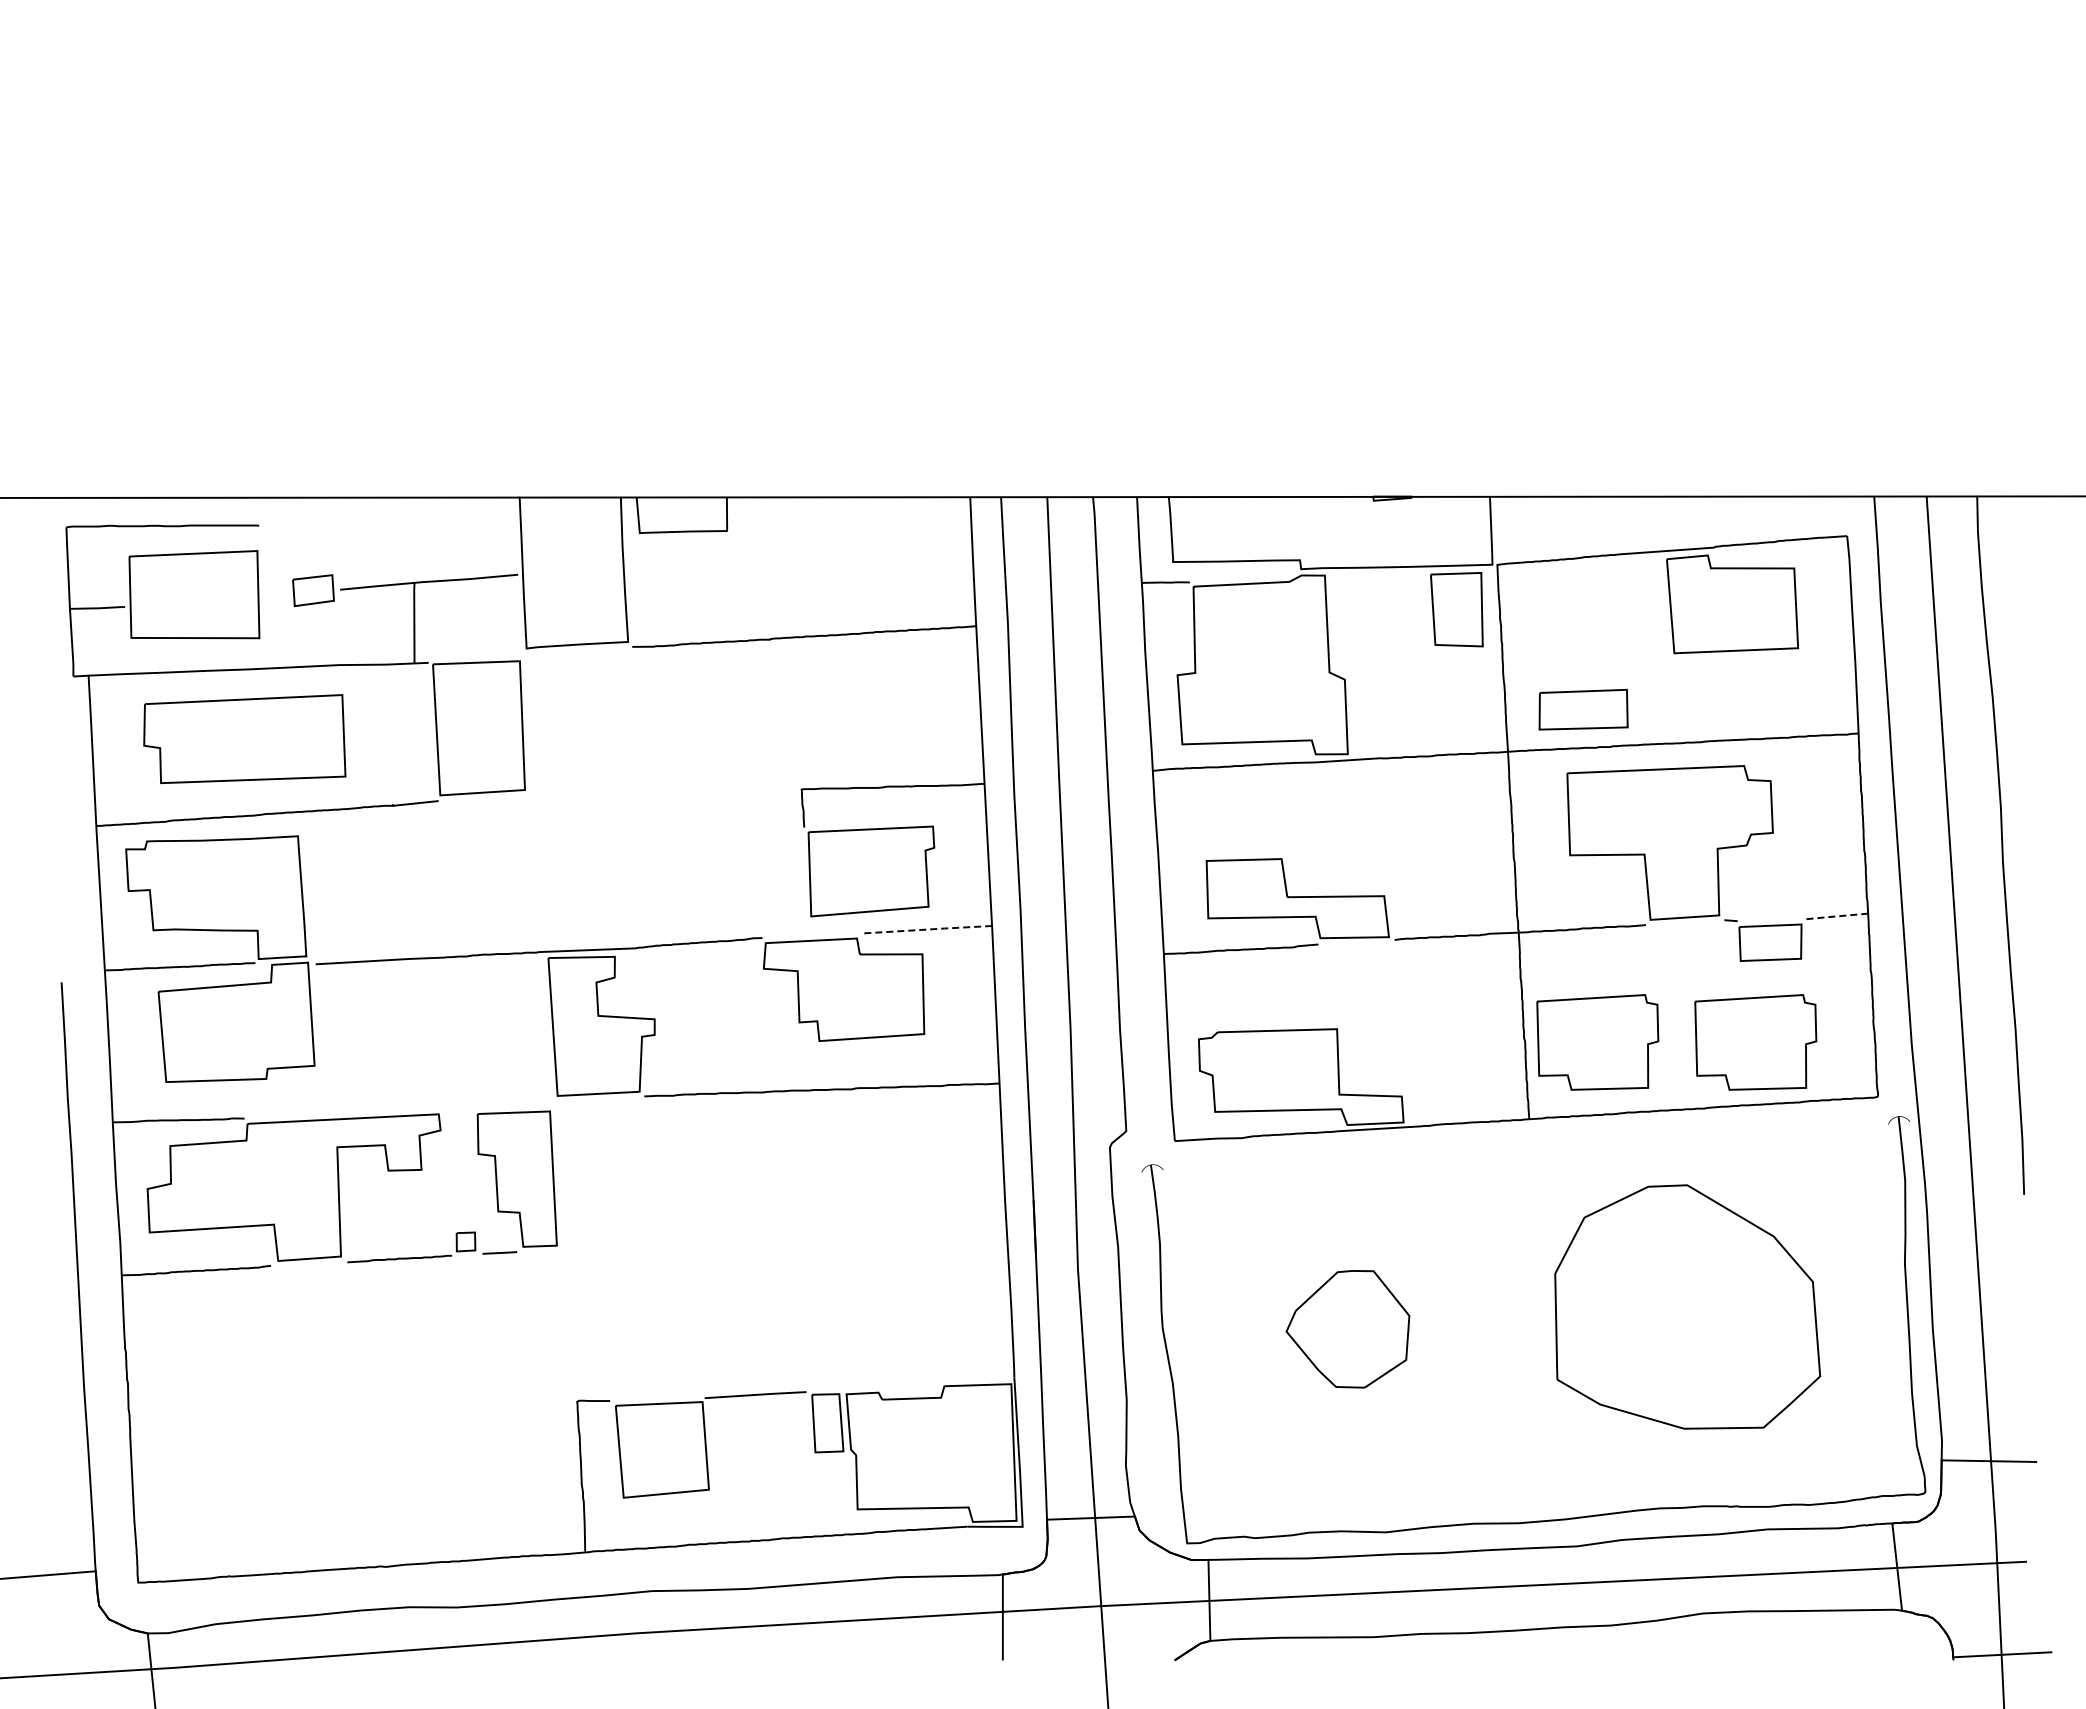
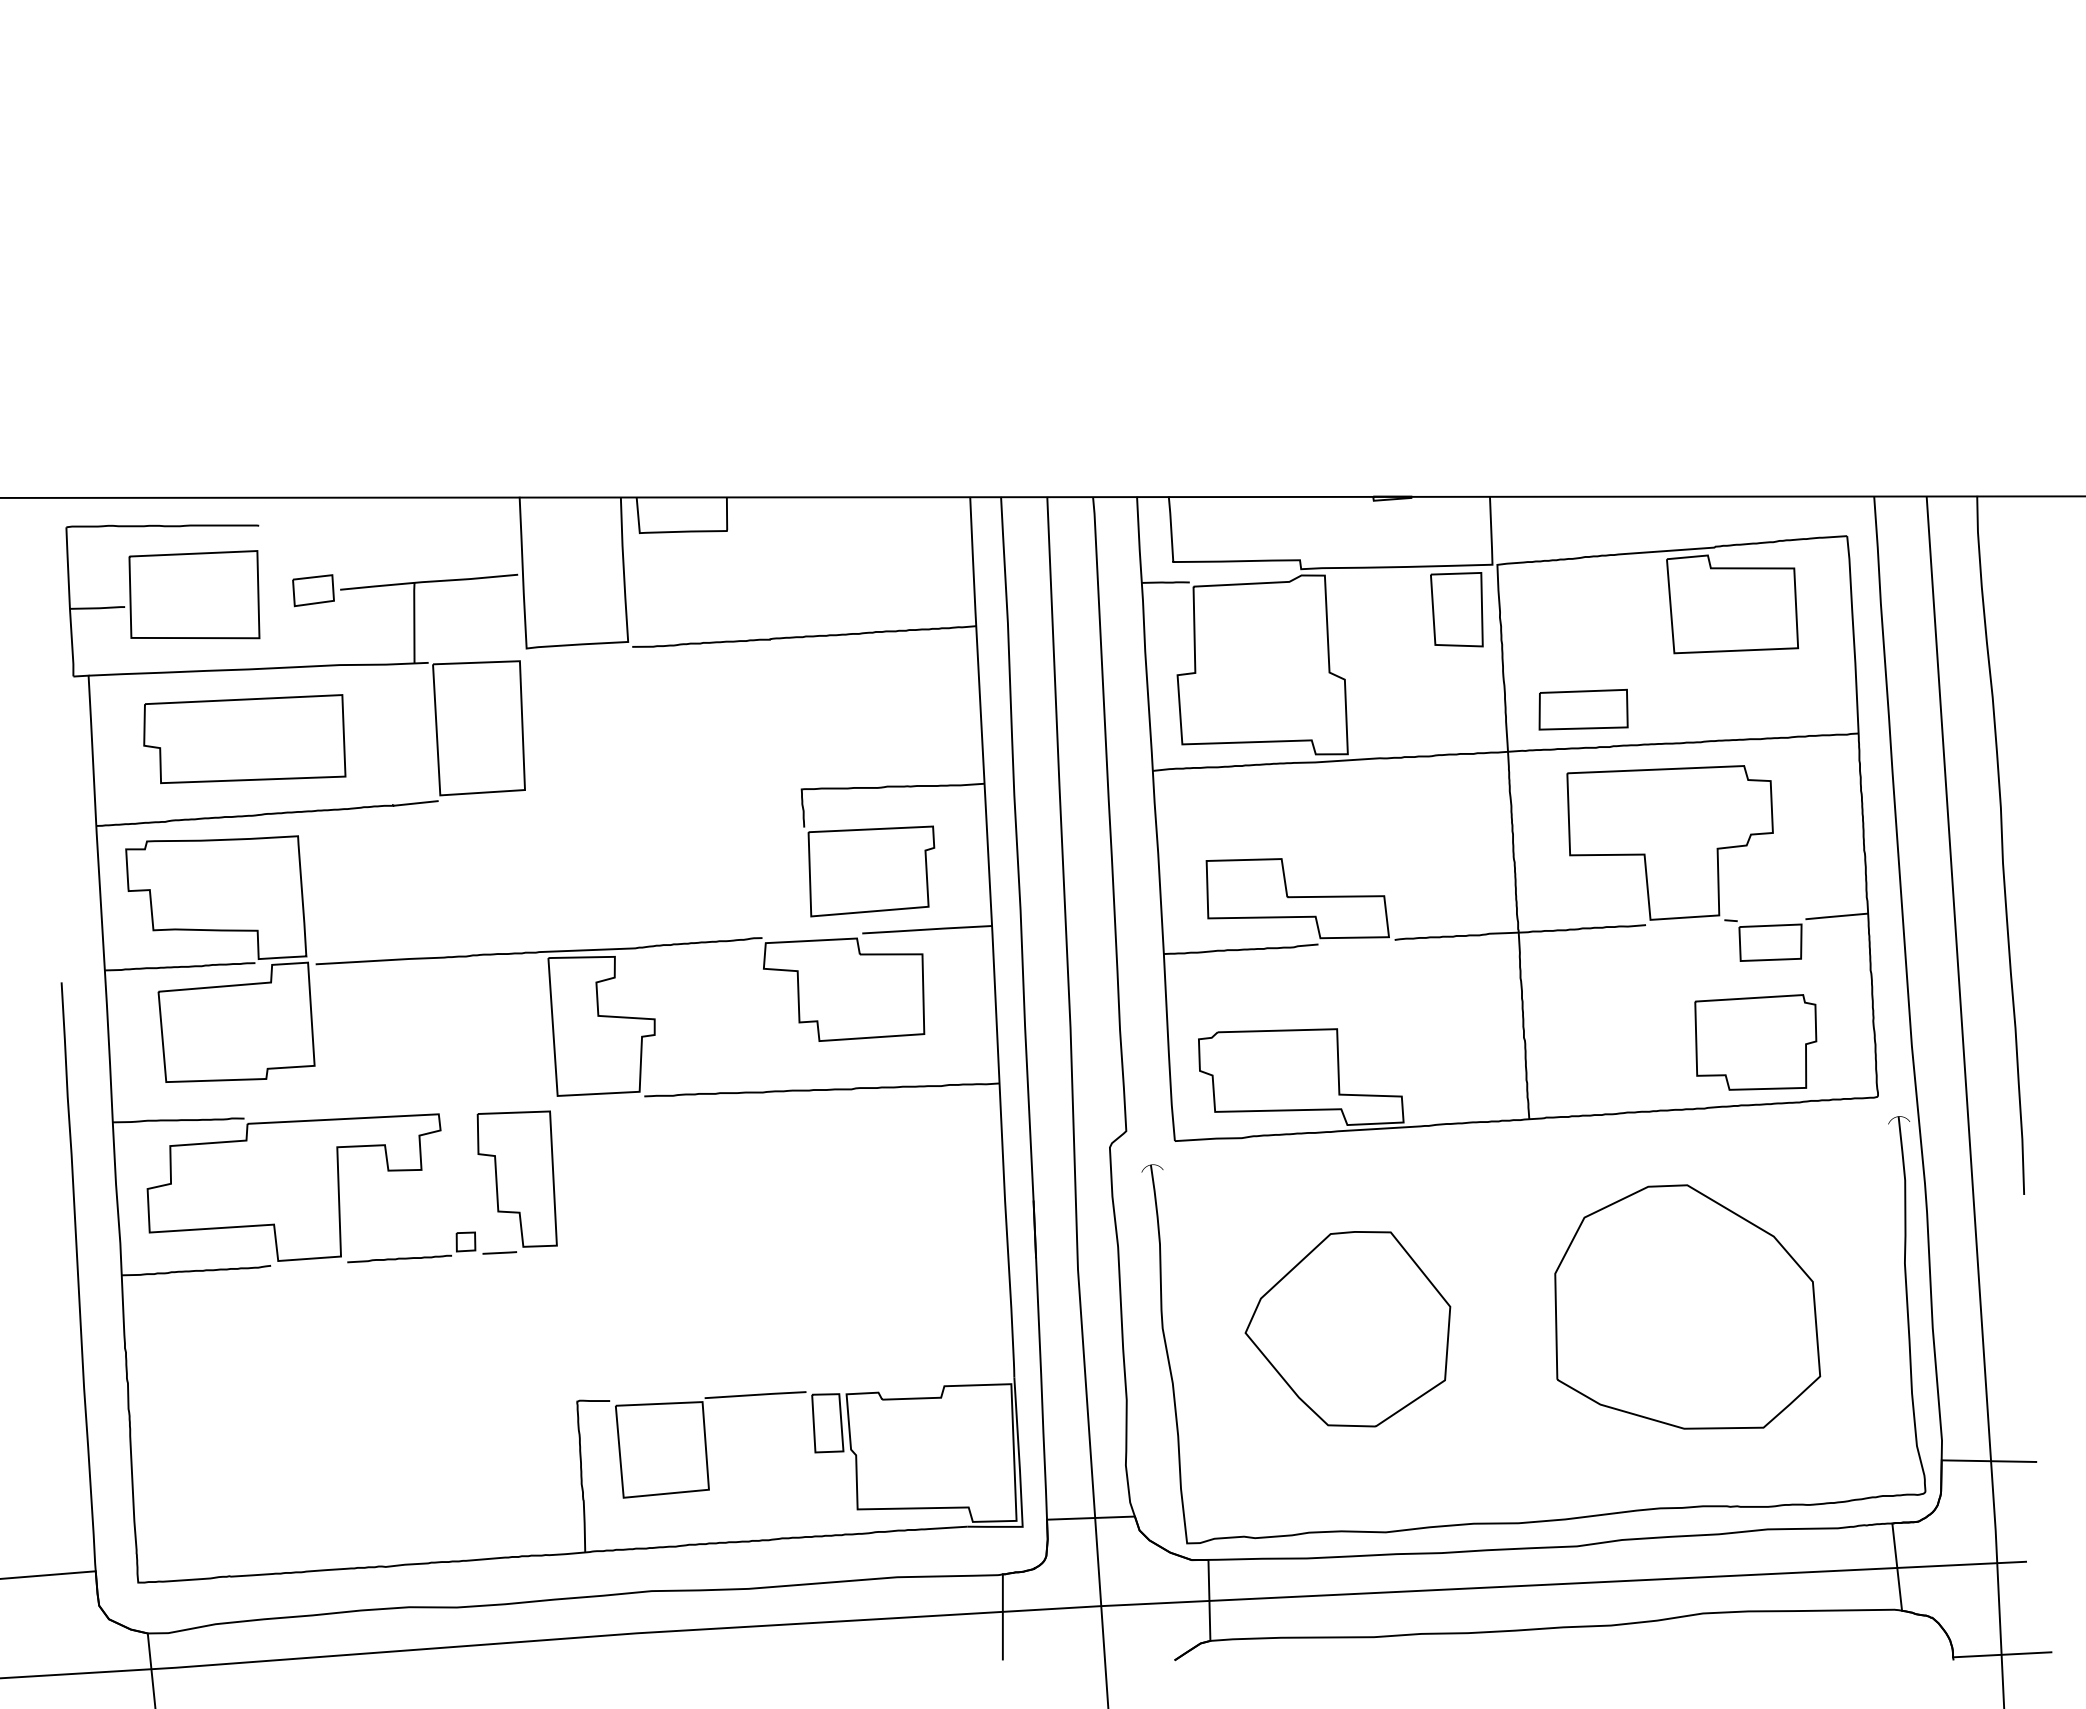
line at (1836, 916): dashed -> solid
line at (926, 929): dashed -> solid
part at (1597, 1042): present -> none
part at (1347, 1329) size: 126x119 px -> 208x197 px
